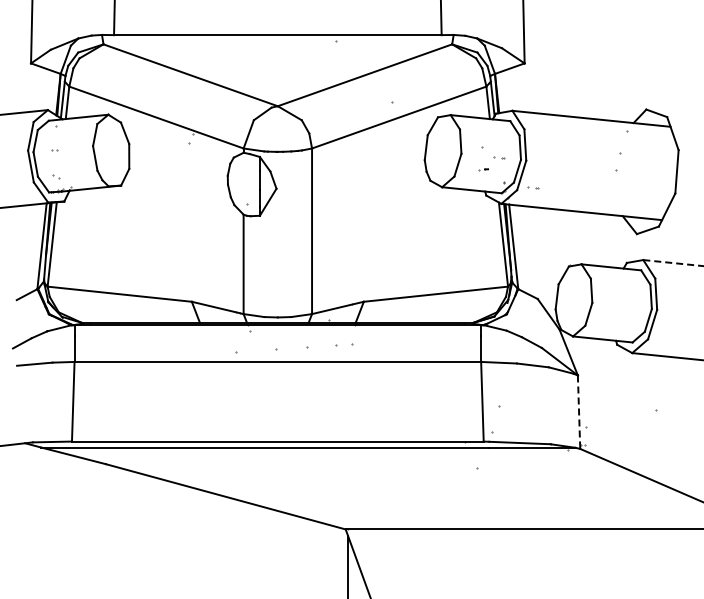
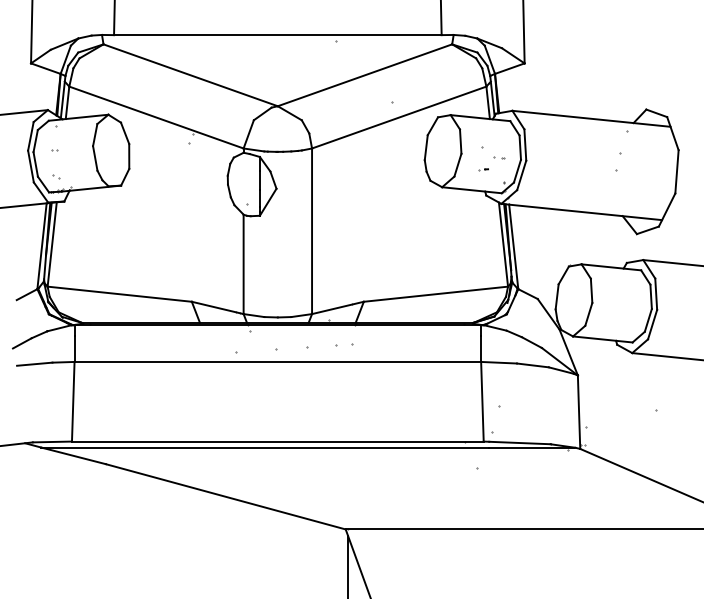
part at (533, 187): present -> none
line at (674, 263): dashed -> solid
line at (579, 412): dashed -> solid
